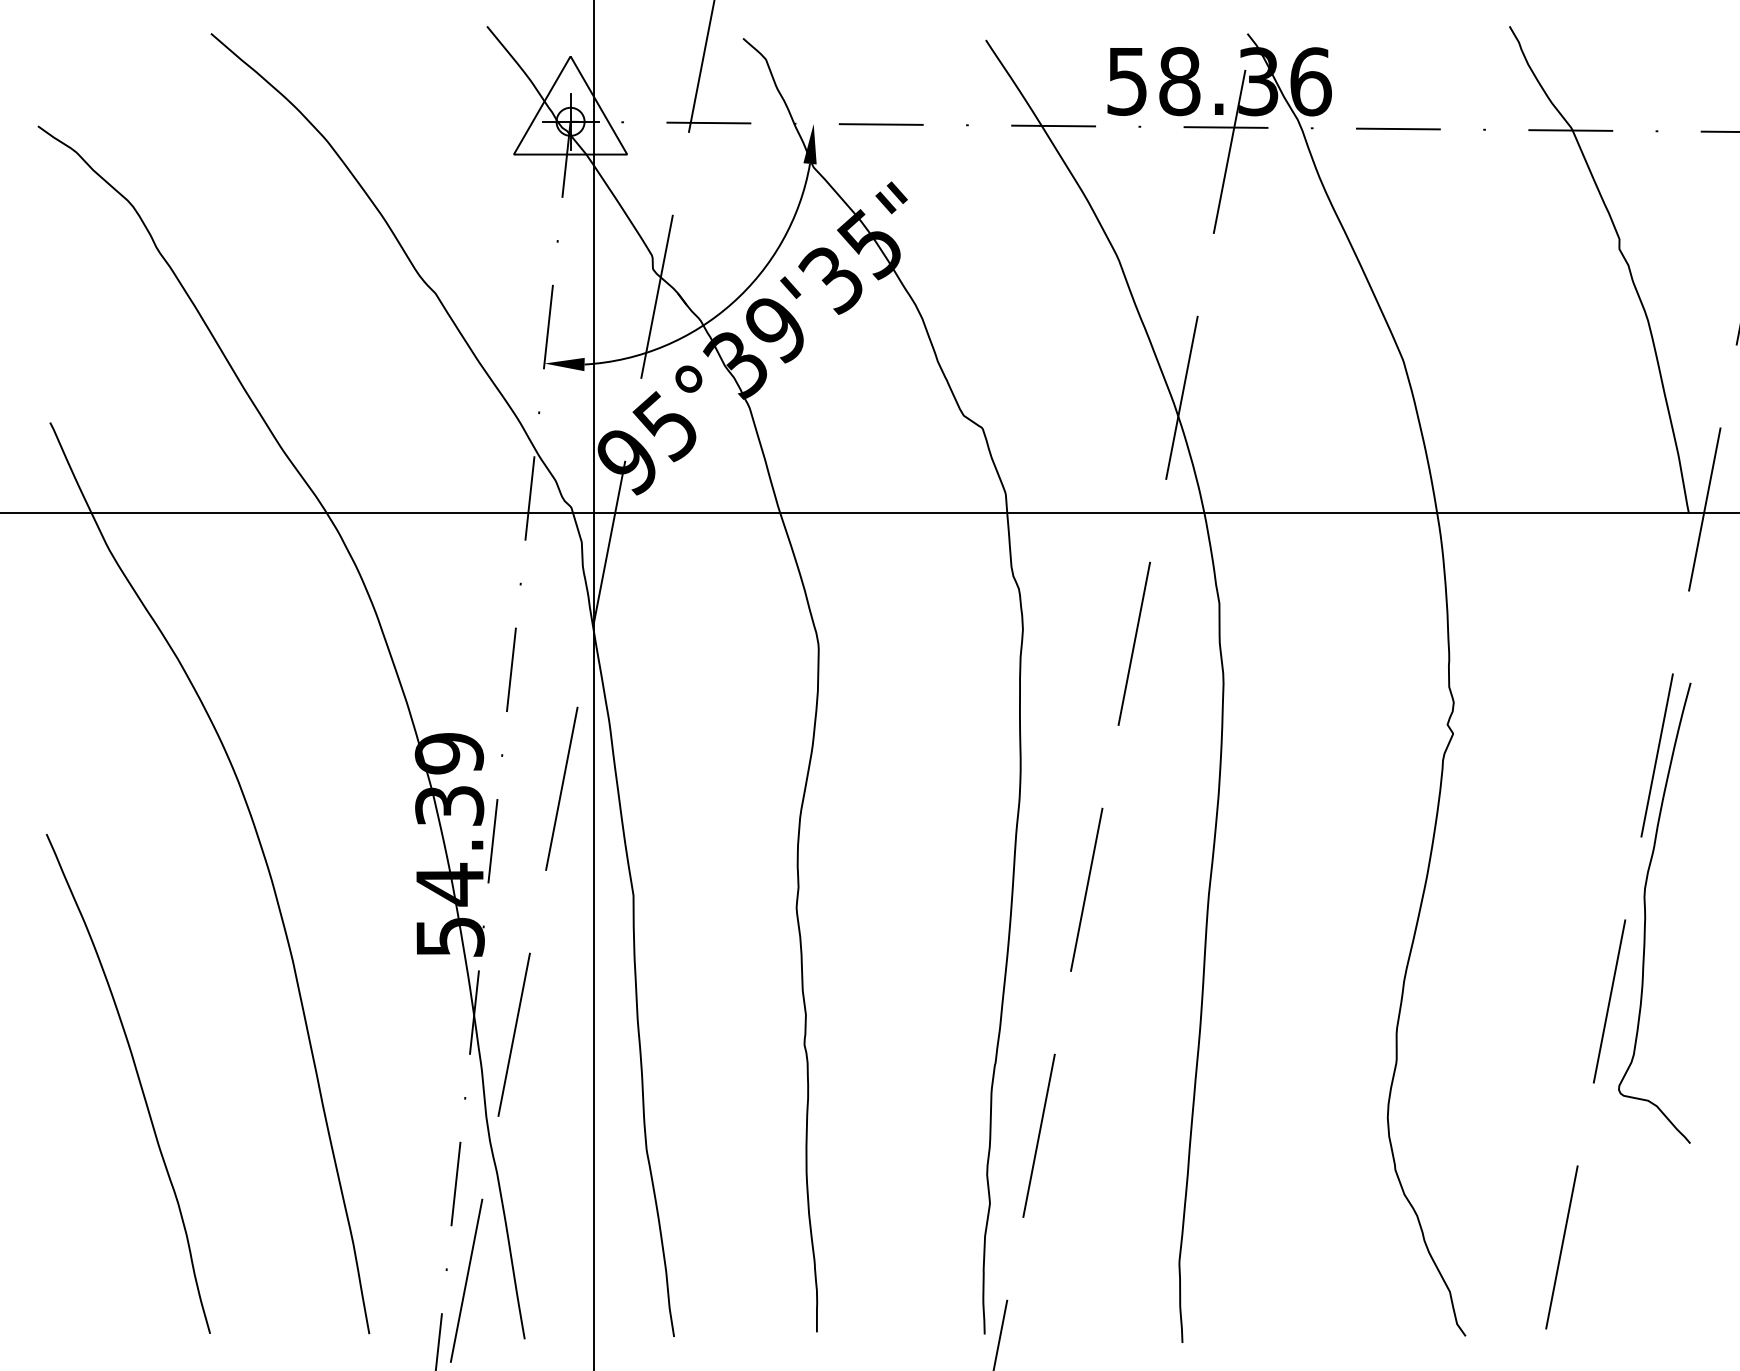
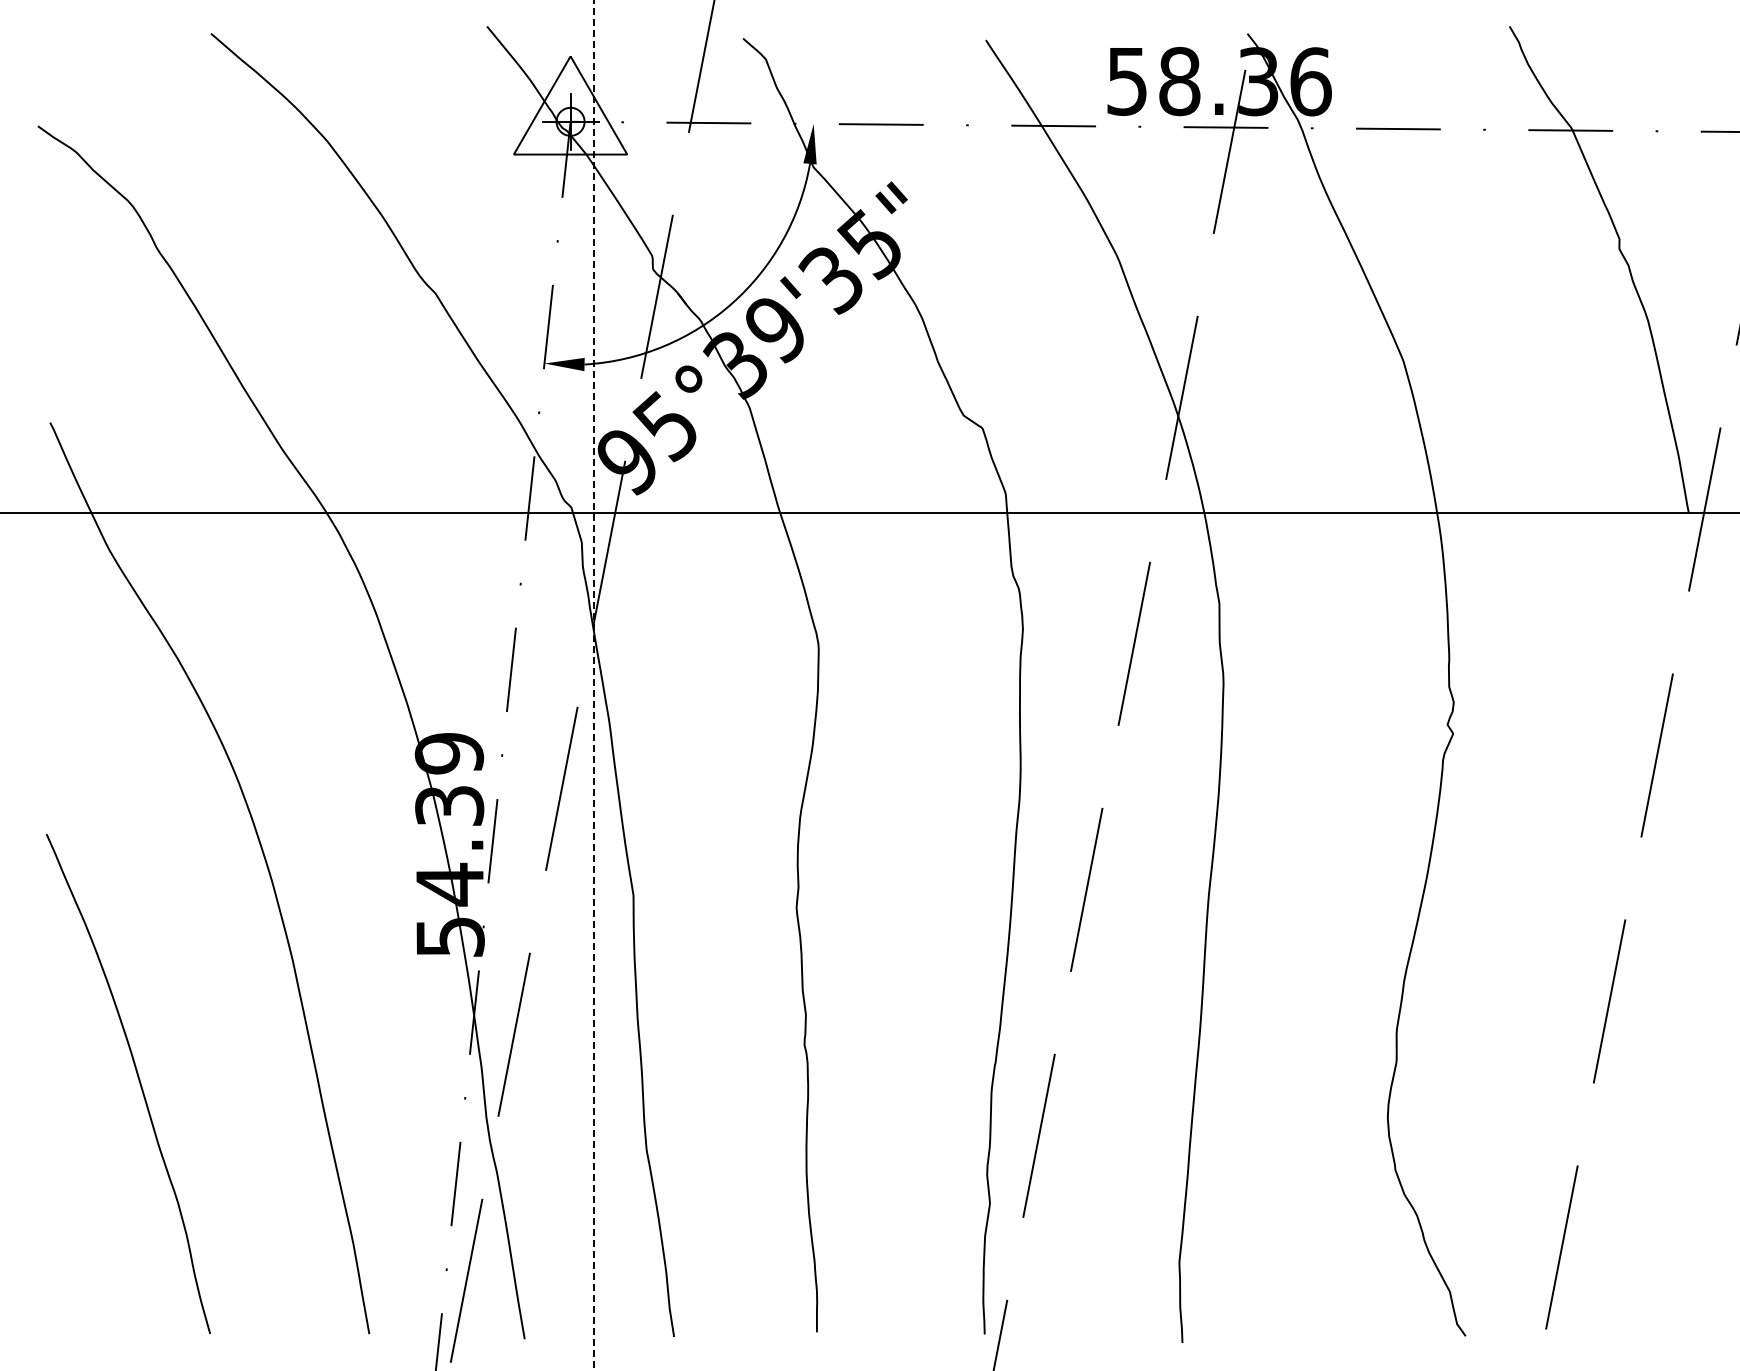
line at (593, 685): solid -> dashed
curve at (1646, 916): present -> none
